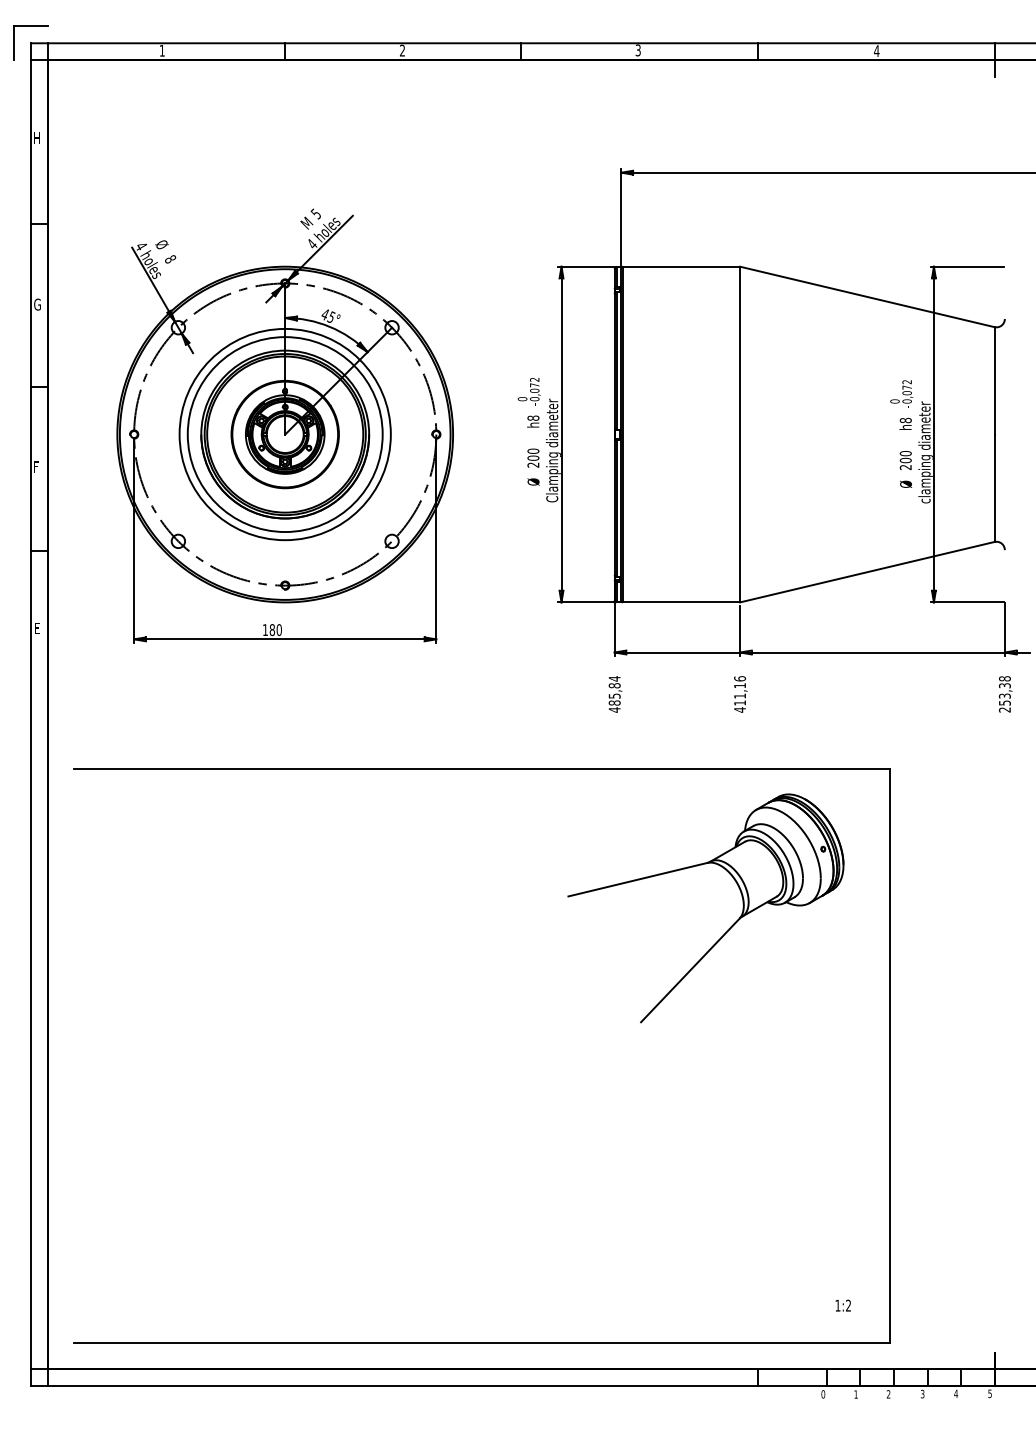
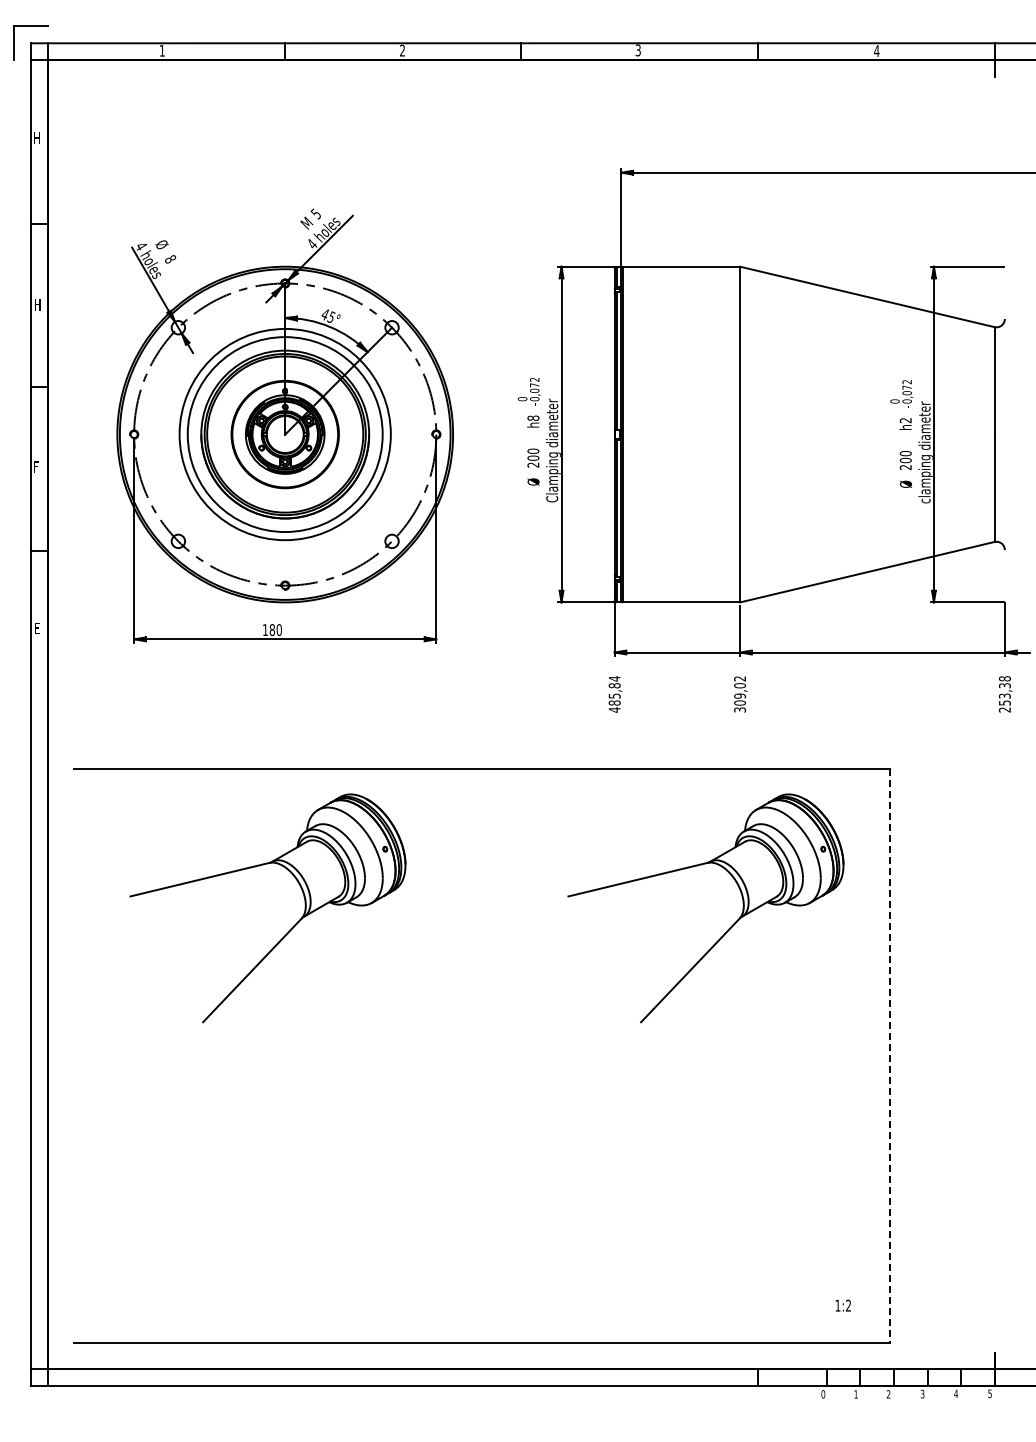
text at (37, 304): G -> H
text at (905, 420): h8 -> h2
text at (740, 694): 411,16 -> 309,02
part at (289, 929): none -> present
line at (889, 1055): solid -> dashed
